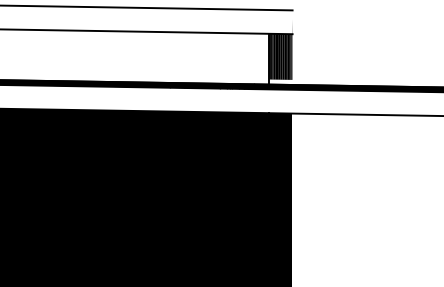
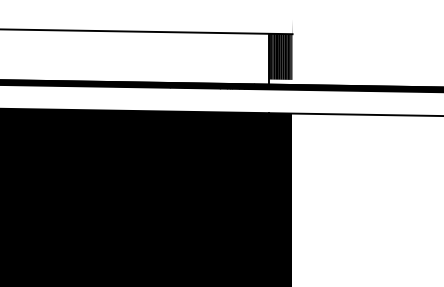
line at (147, 7): present -> none
